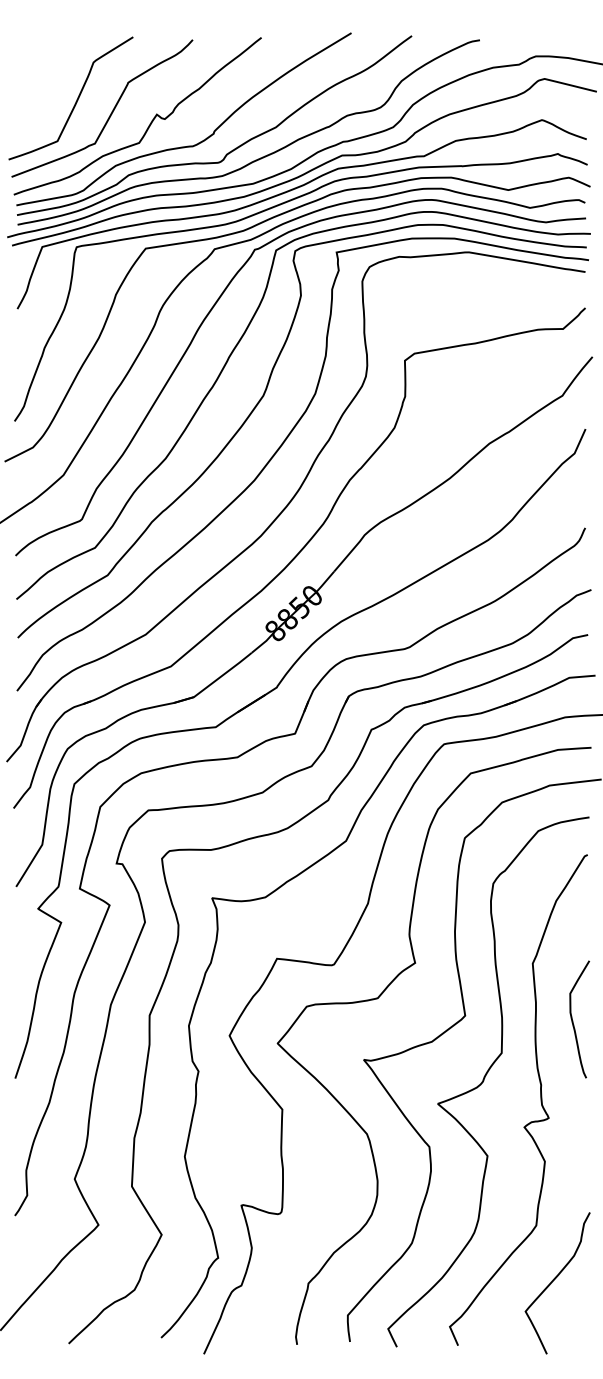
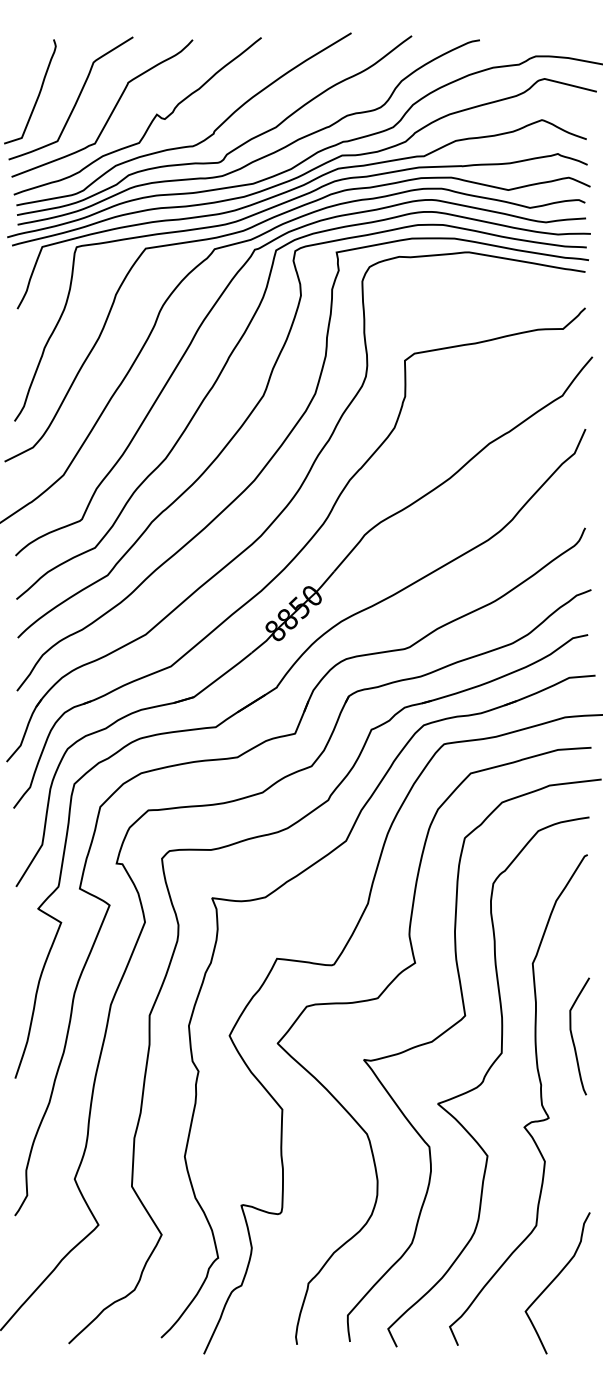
curve at (38, 93): none -> present
curve at (573, 1020) position: (573, 1020) -> (573, 1037)
